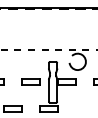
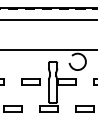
line at (48, 20): none -> present
line at (48, 50): dashed -> solid
part at (84, 108): none -> present
